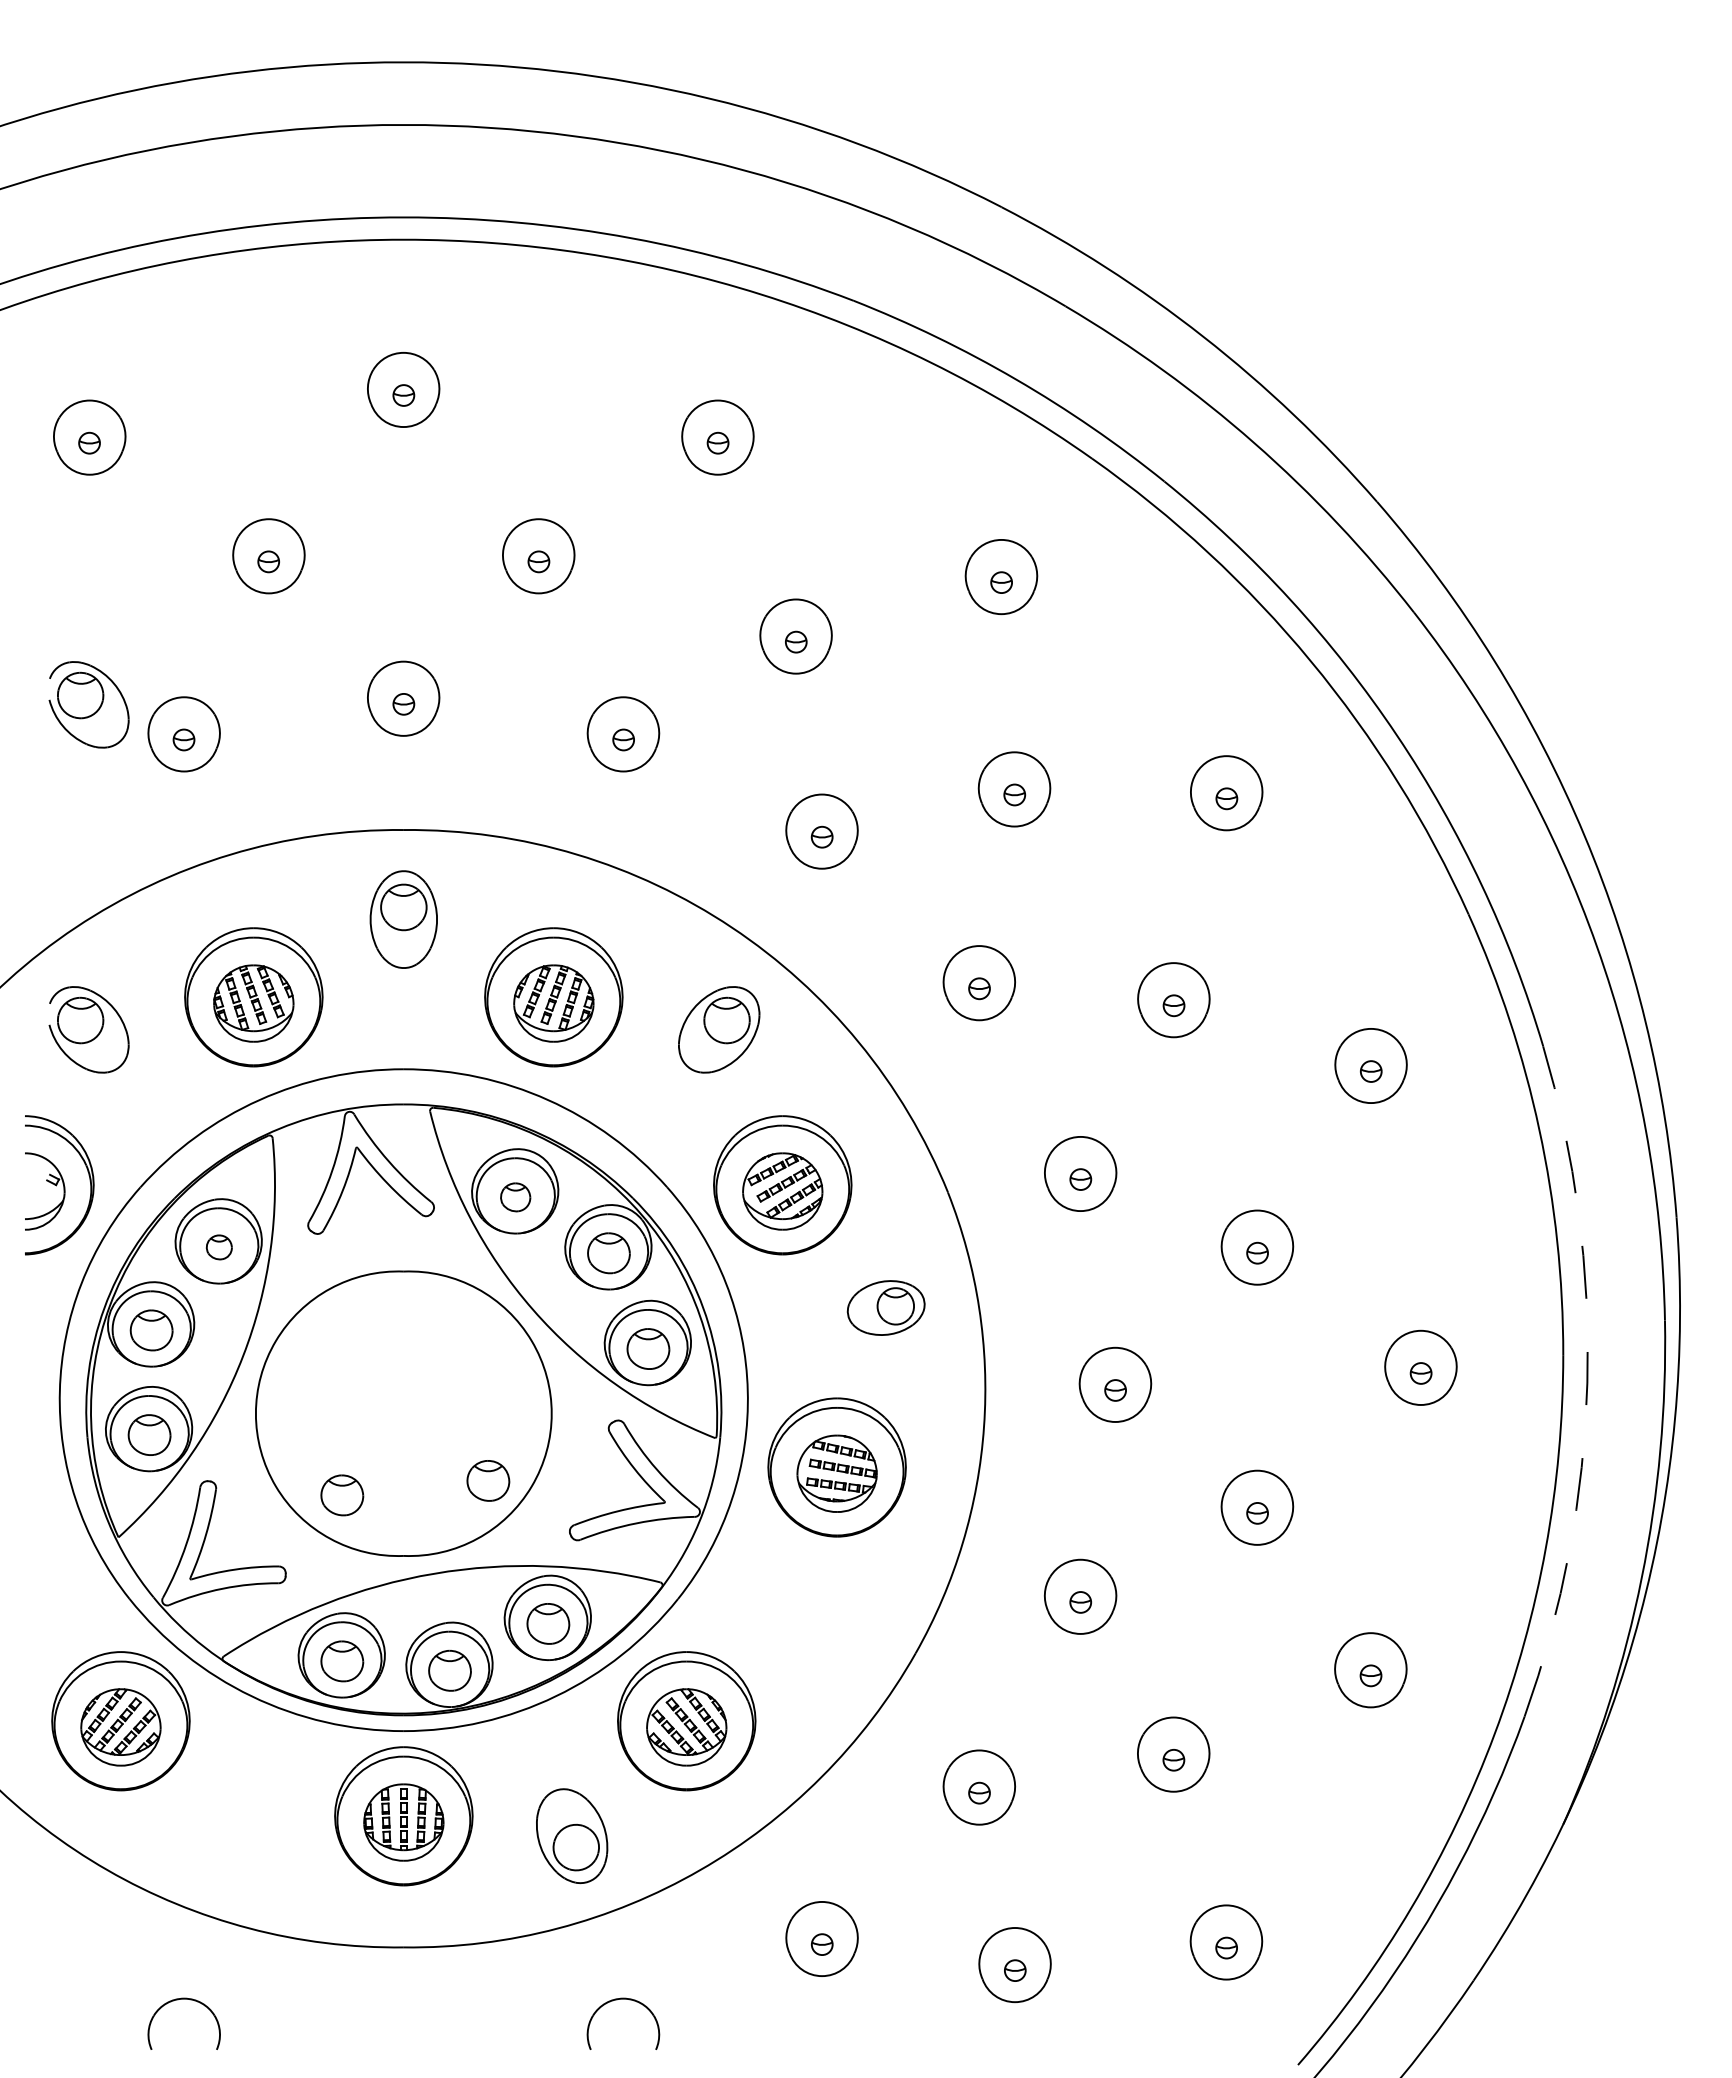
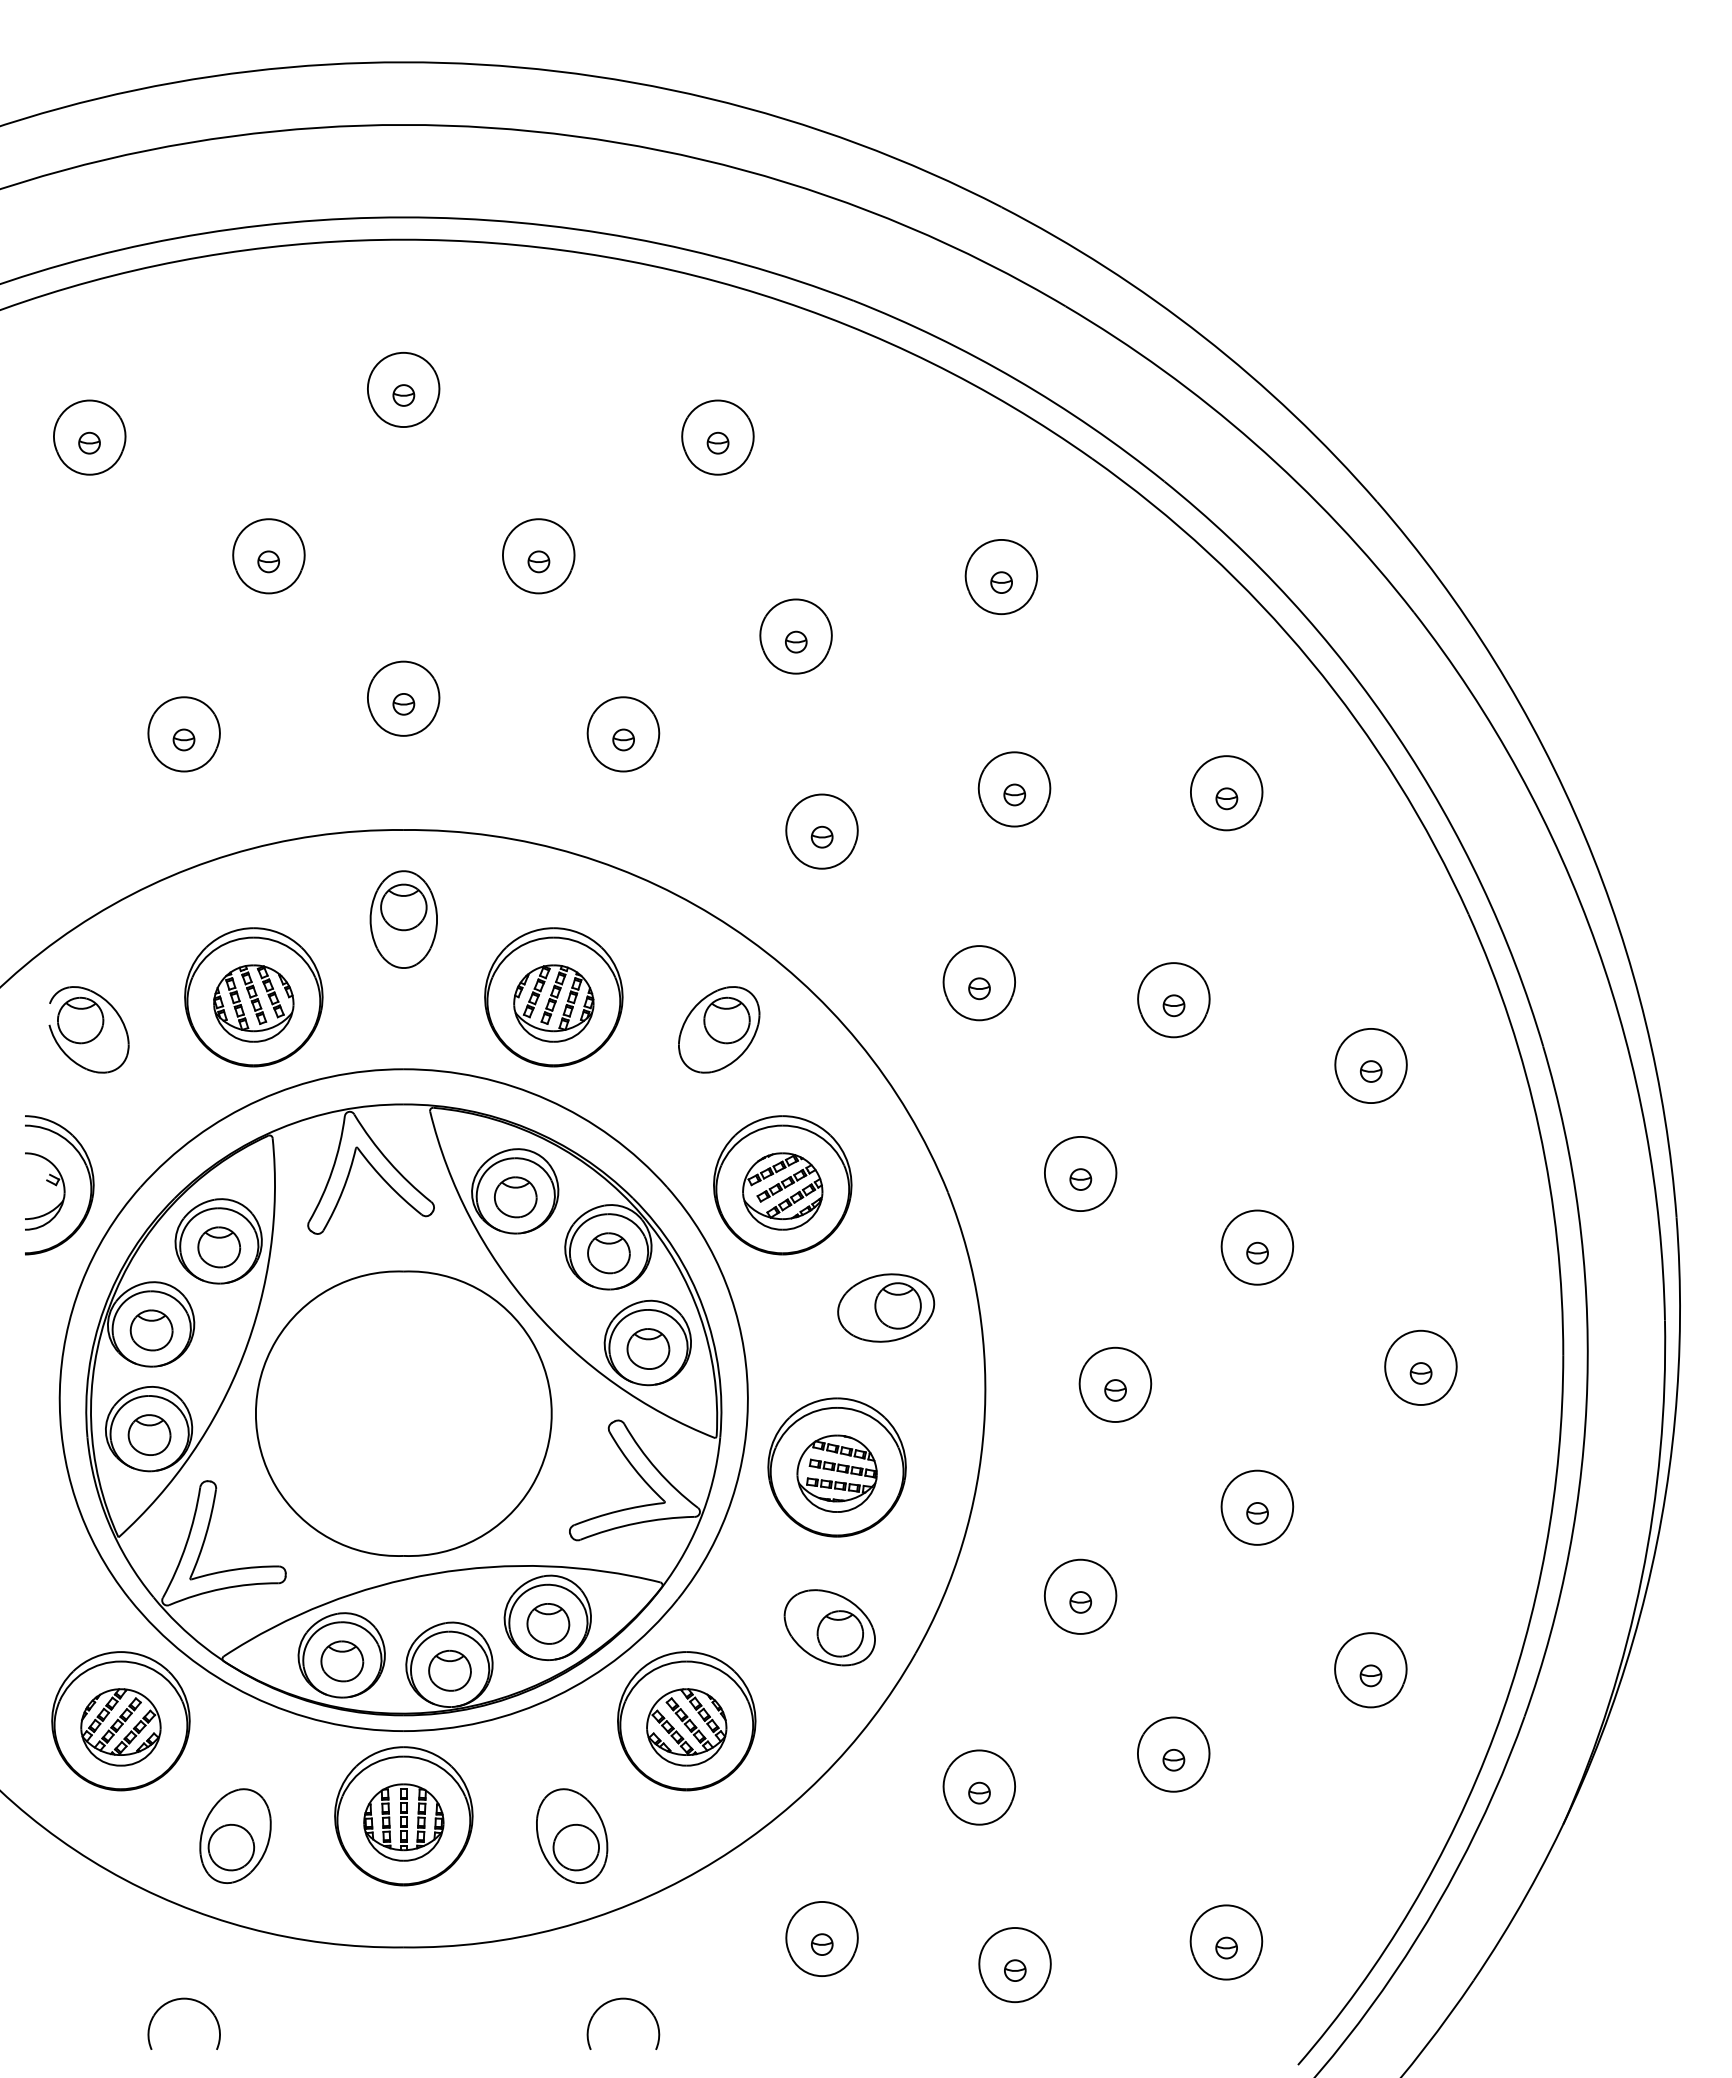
part at (88, 704): present -> none
part at (515, 1197) size: 32x31 px -> 45x43 px
part at (218, 1247) size: 28x27 px -> 45x43 px
part at (885, 1307) size: 80x56 px -> 99x70 px
arc at (1587, 1383): dashed -> solid
part at (488, 1480): present -> none
part at (342, 1495): present -> none
part at (829, 1627): none -> present
part at (235, 1835): none -> present
